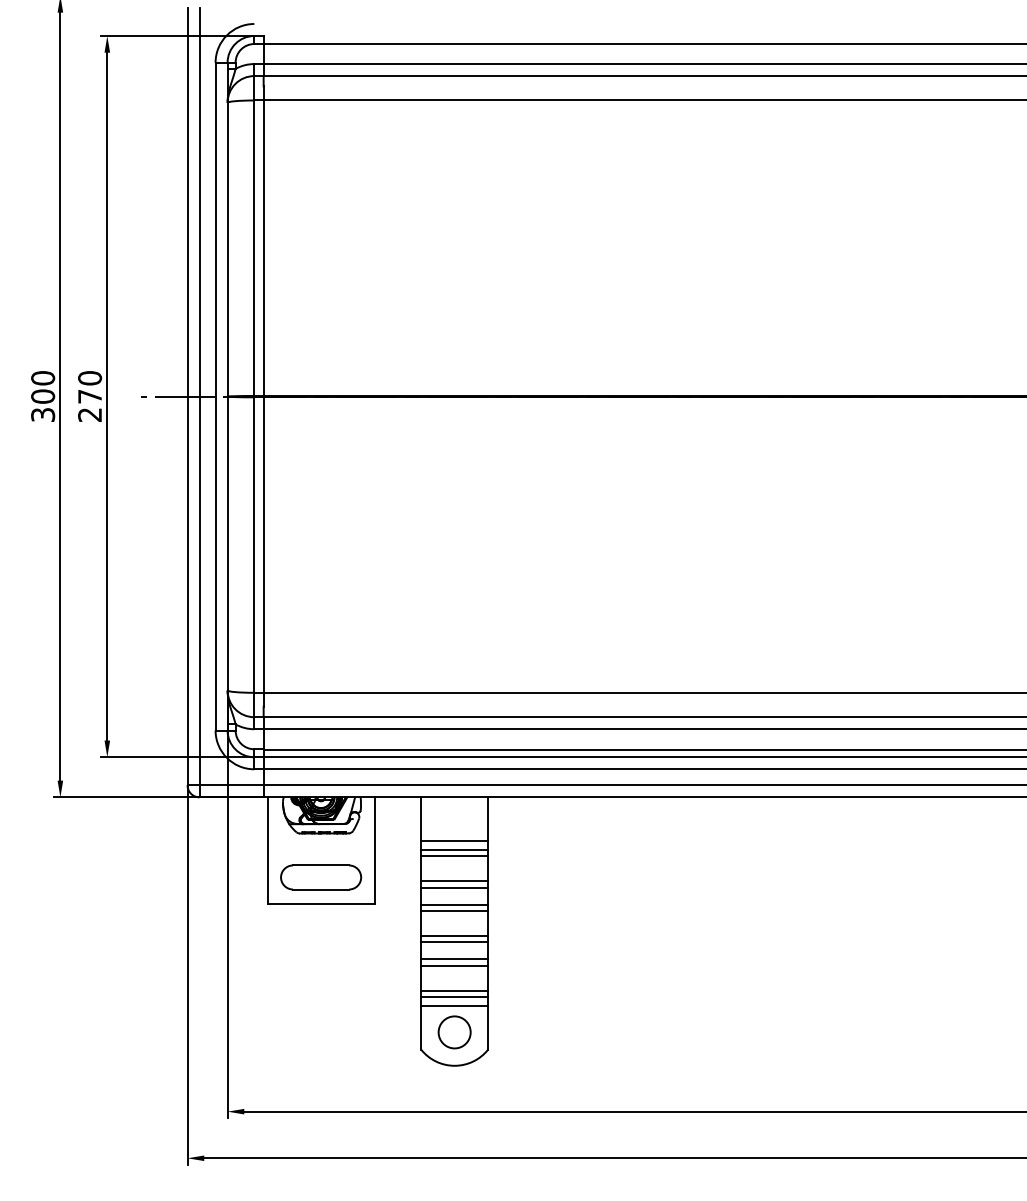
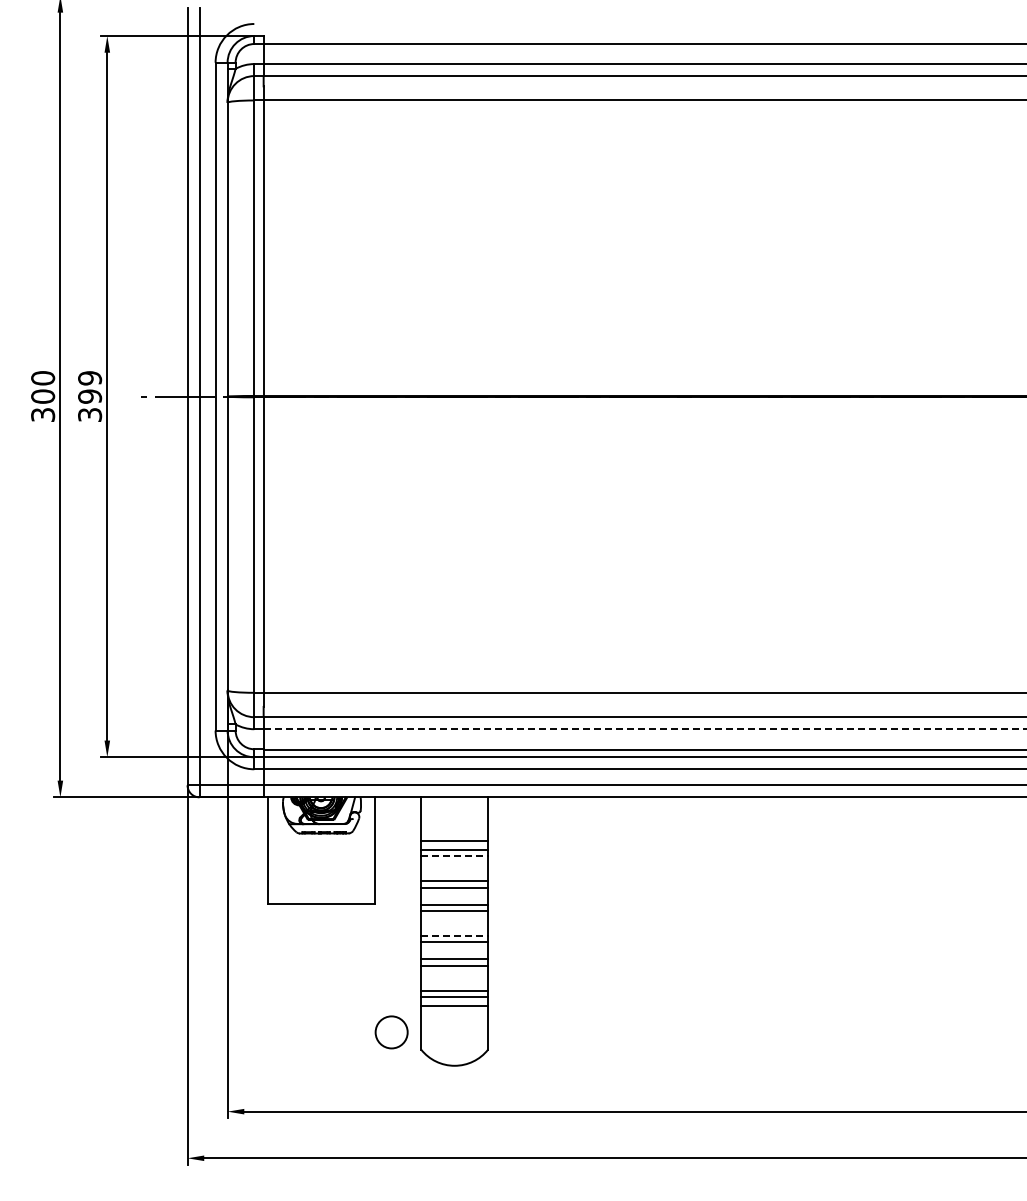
text at (90, 396): 270 -> 399
line at (645, 728): solid -> dashed
line at (455, 856): solid -> dashed
part at (321, 877): present -> none
line at (455, 935): solid -> dashed
circle at (454, 1032) position: (454, 1032) -> (391, 1032)
